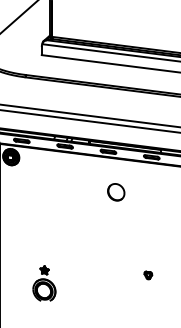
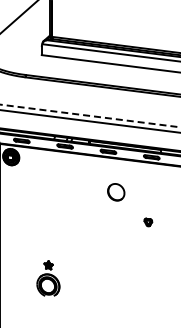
line at (91, 116): solid -> dashed
part at (148, 275) position: (148, 275) -> (148, 222)
part at (44, 283) position: (44, 283) -> (48, 278)
